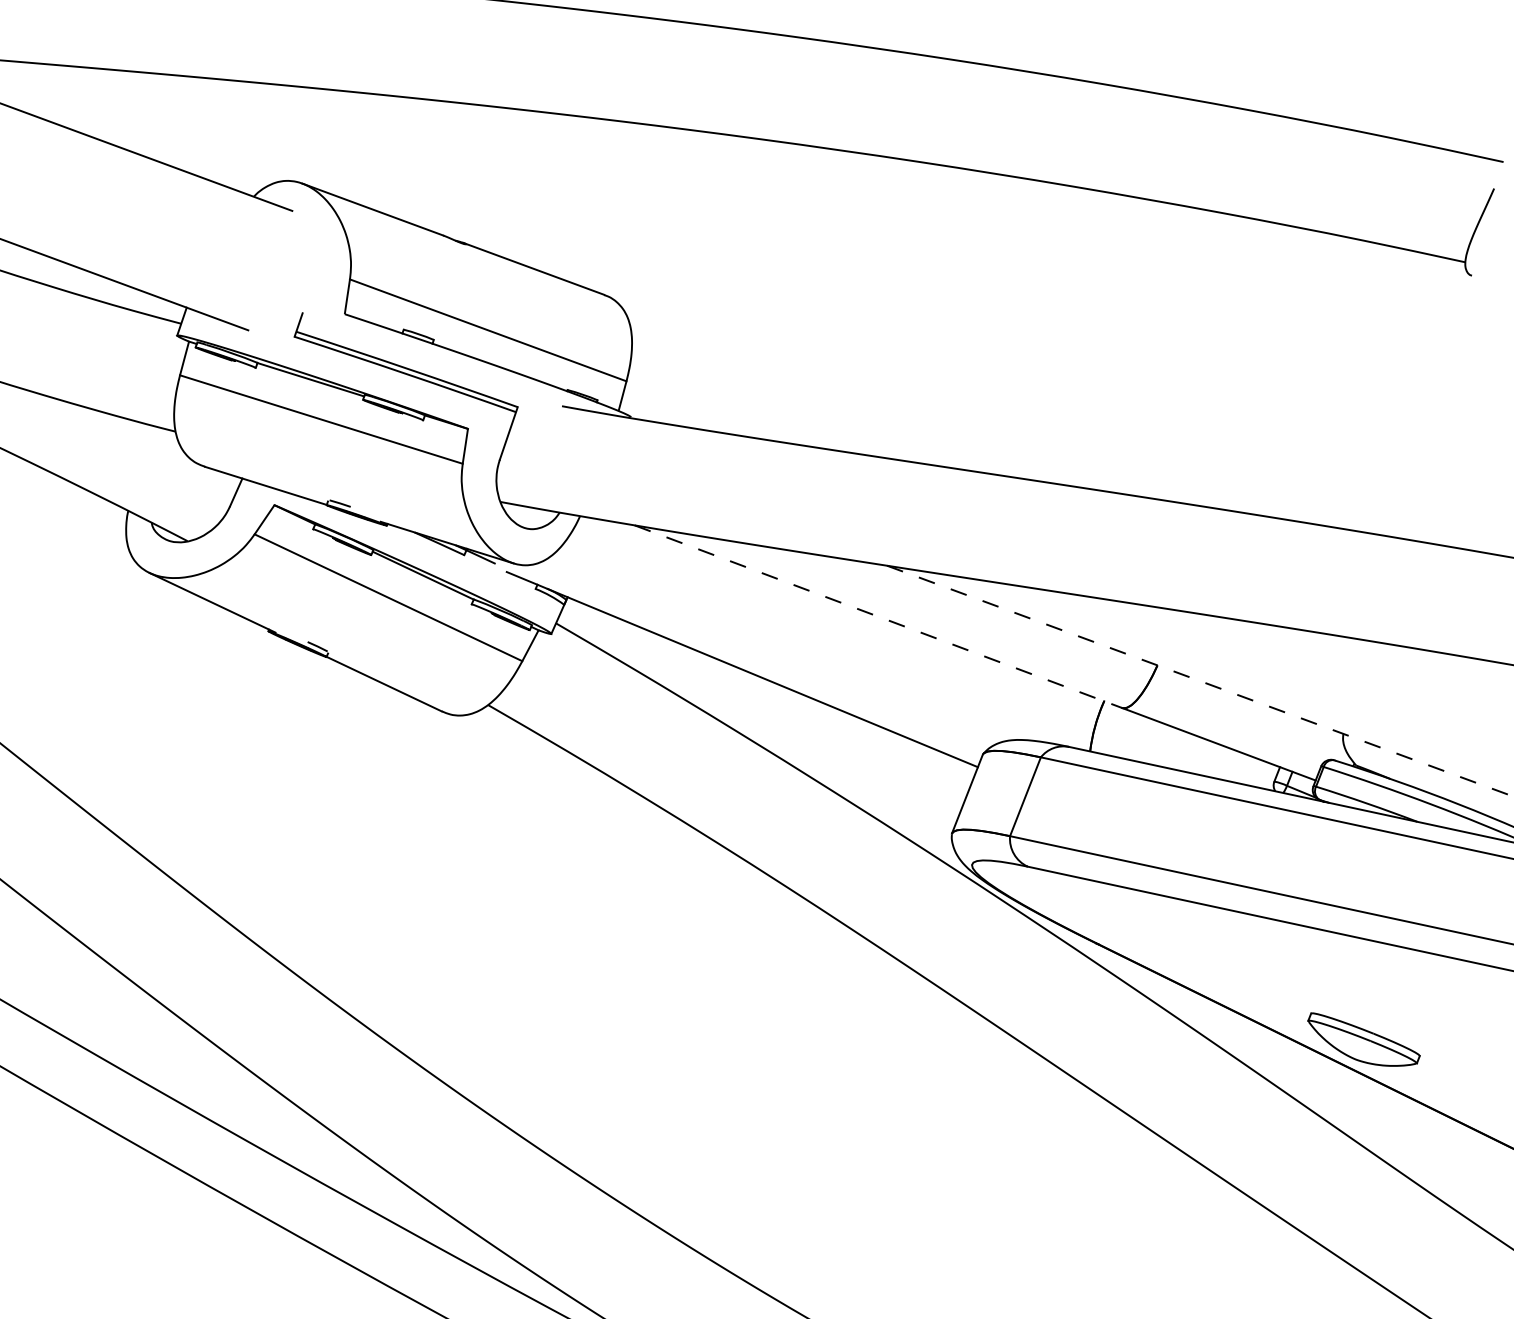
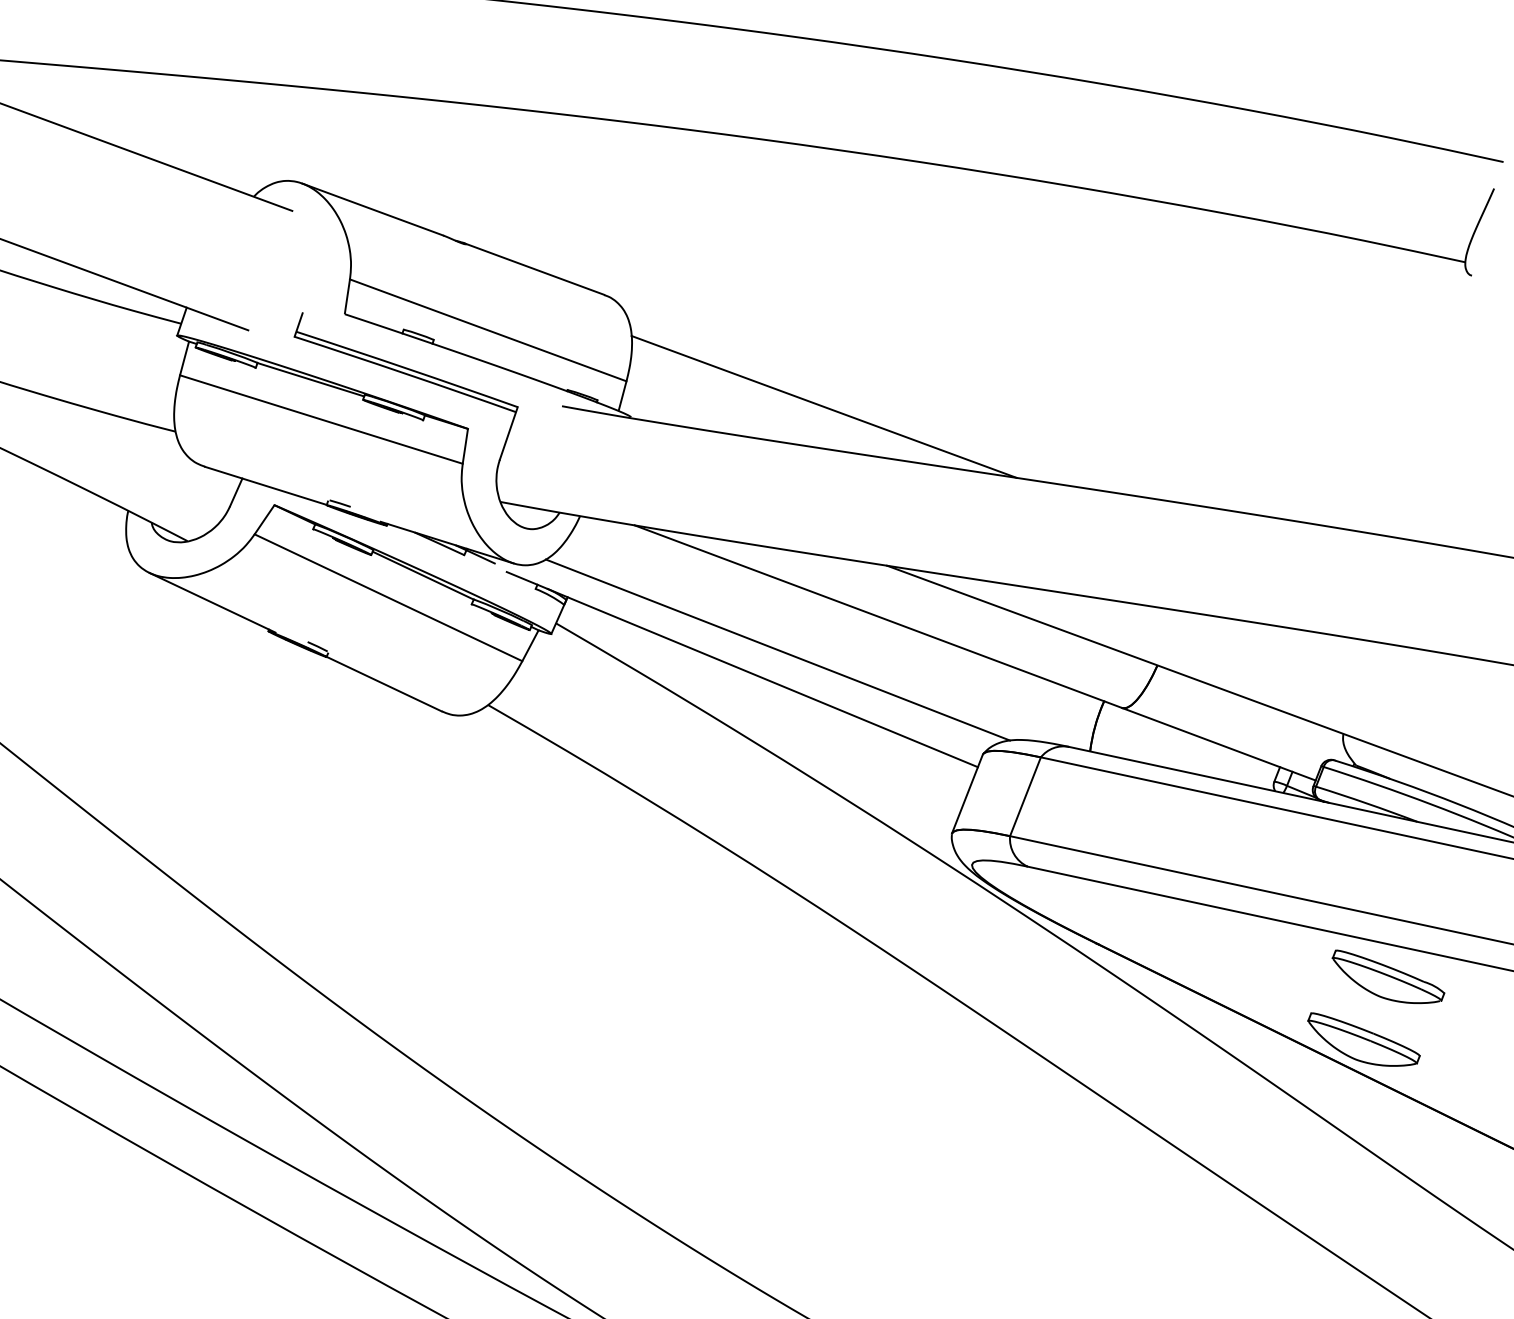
line at (823, 406): none -> present
line at (878, 616): dashed -> solid
line at (777, 649): none -> present
line at (1200, 681): dashed -> solid
part at (1388, 976): none -> present
